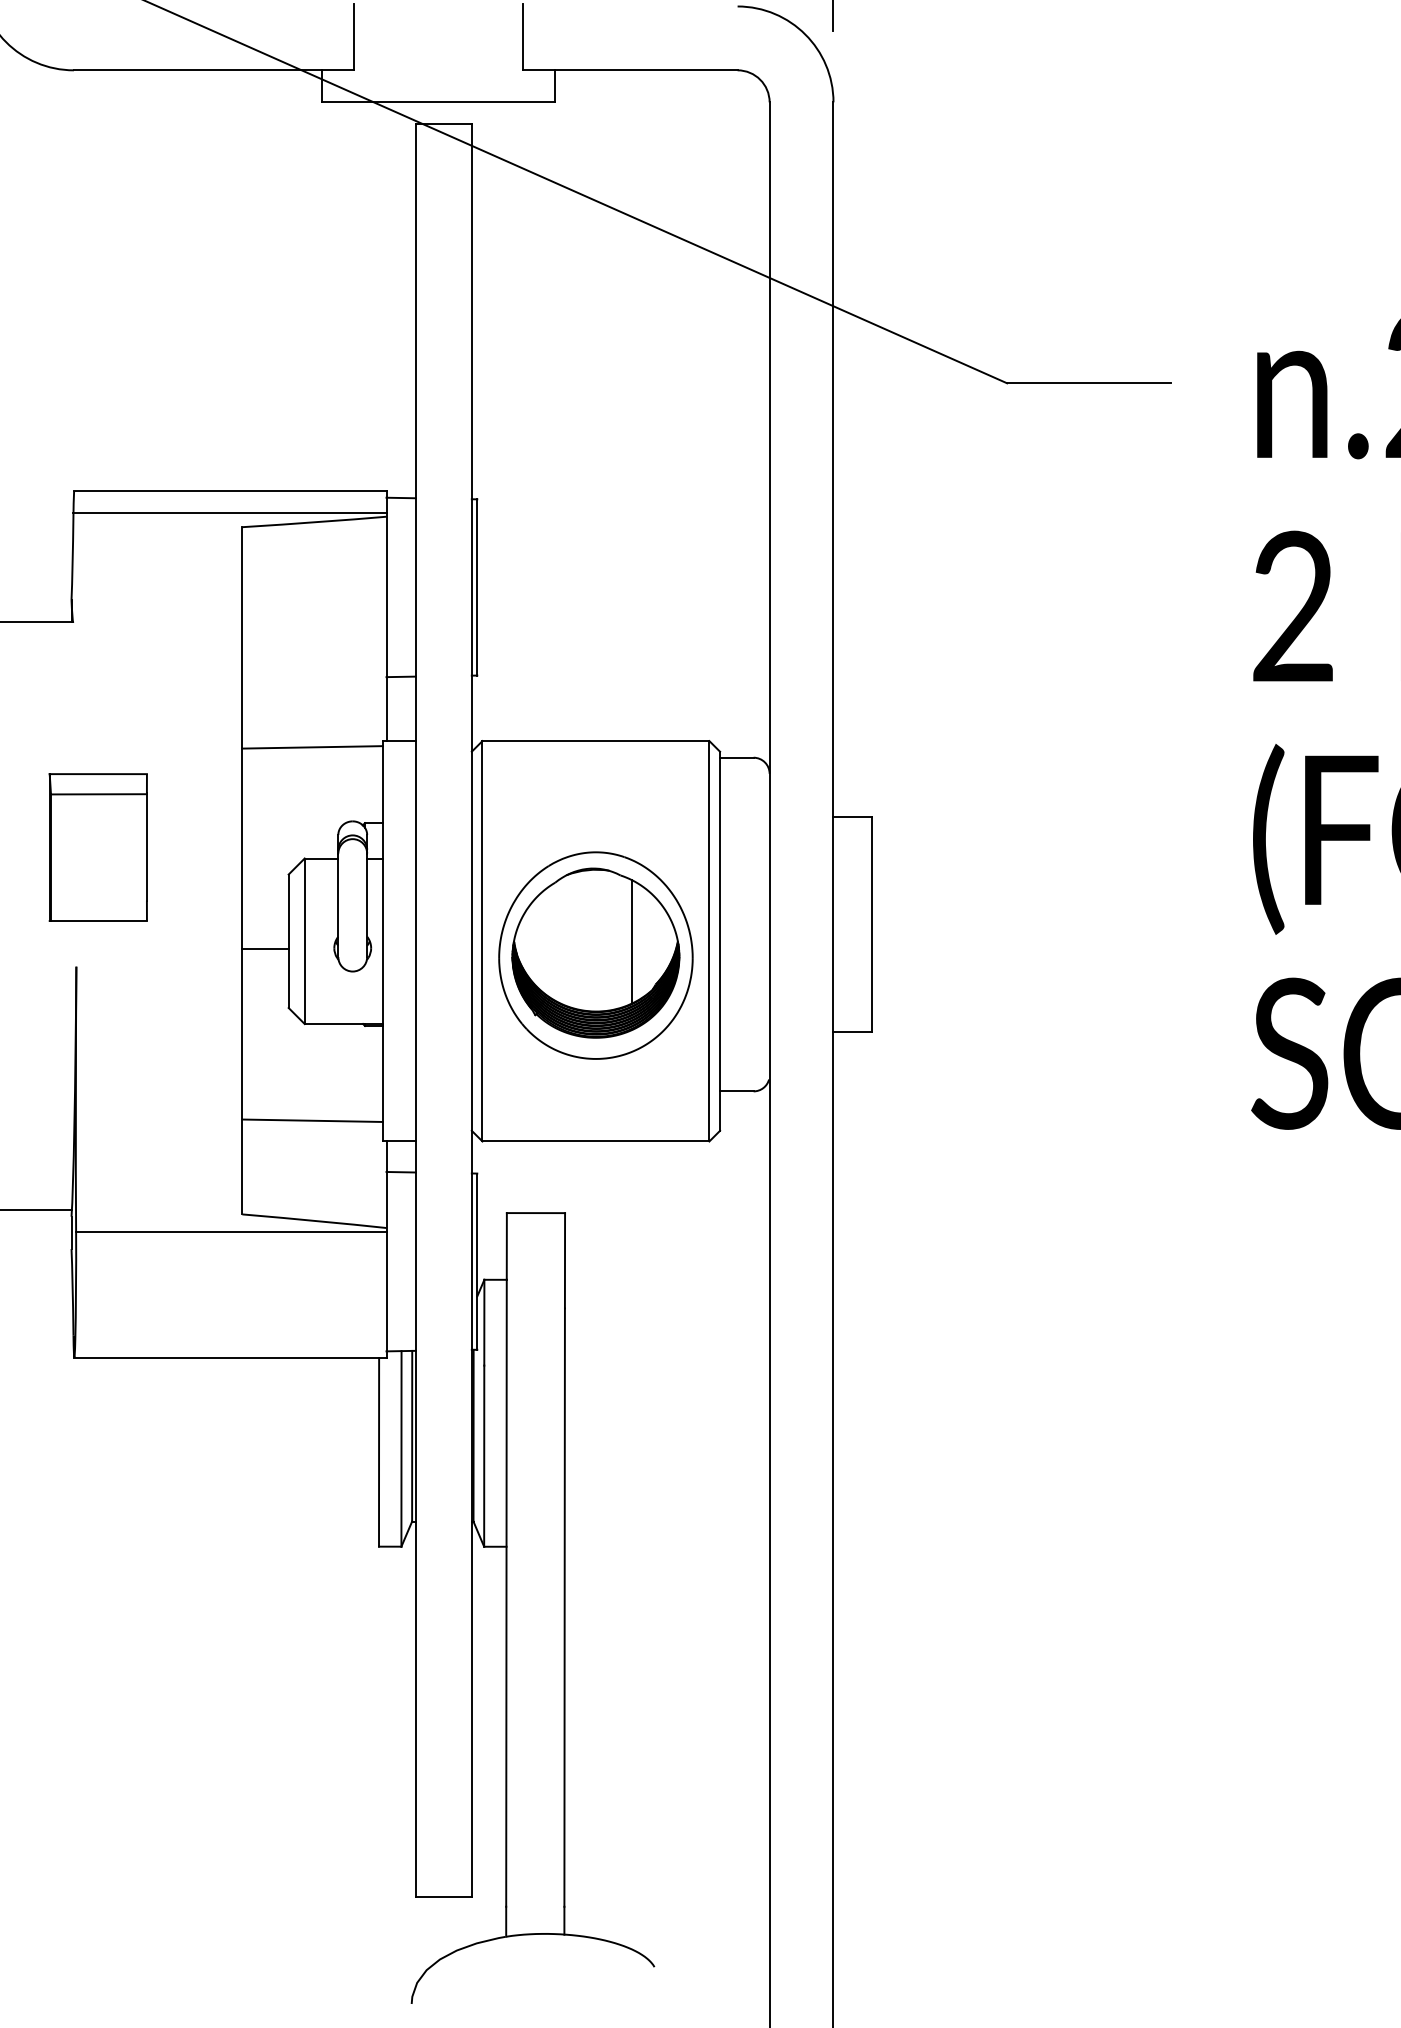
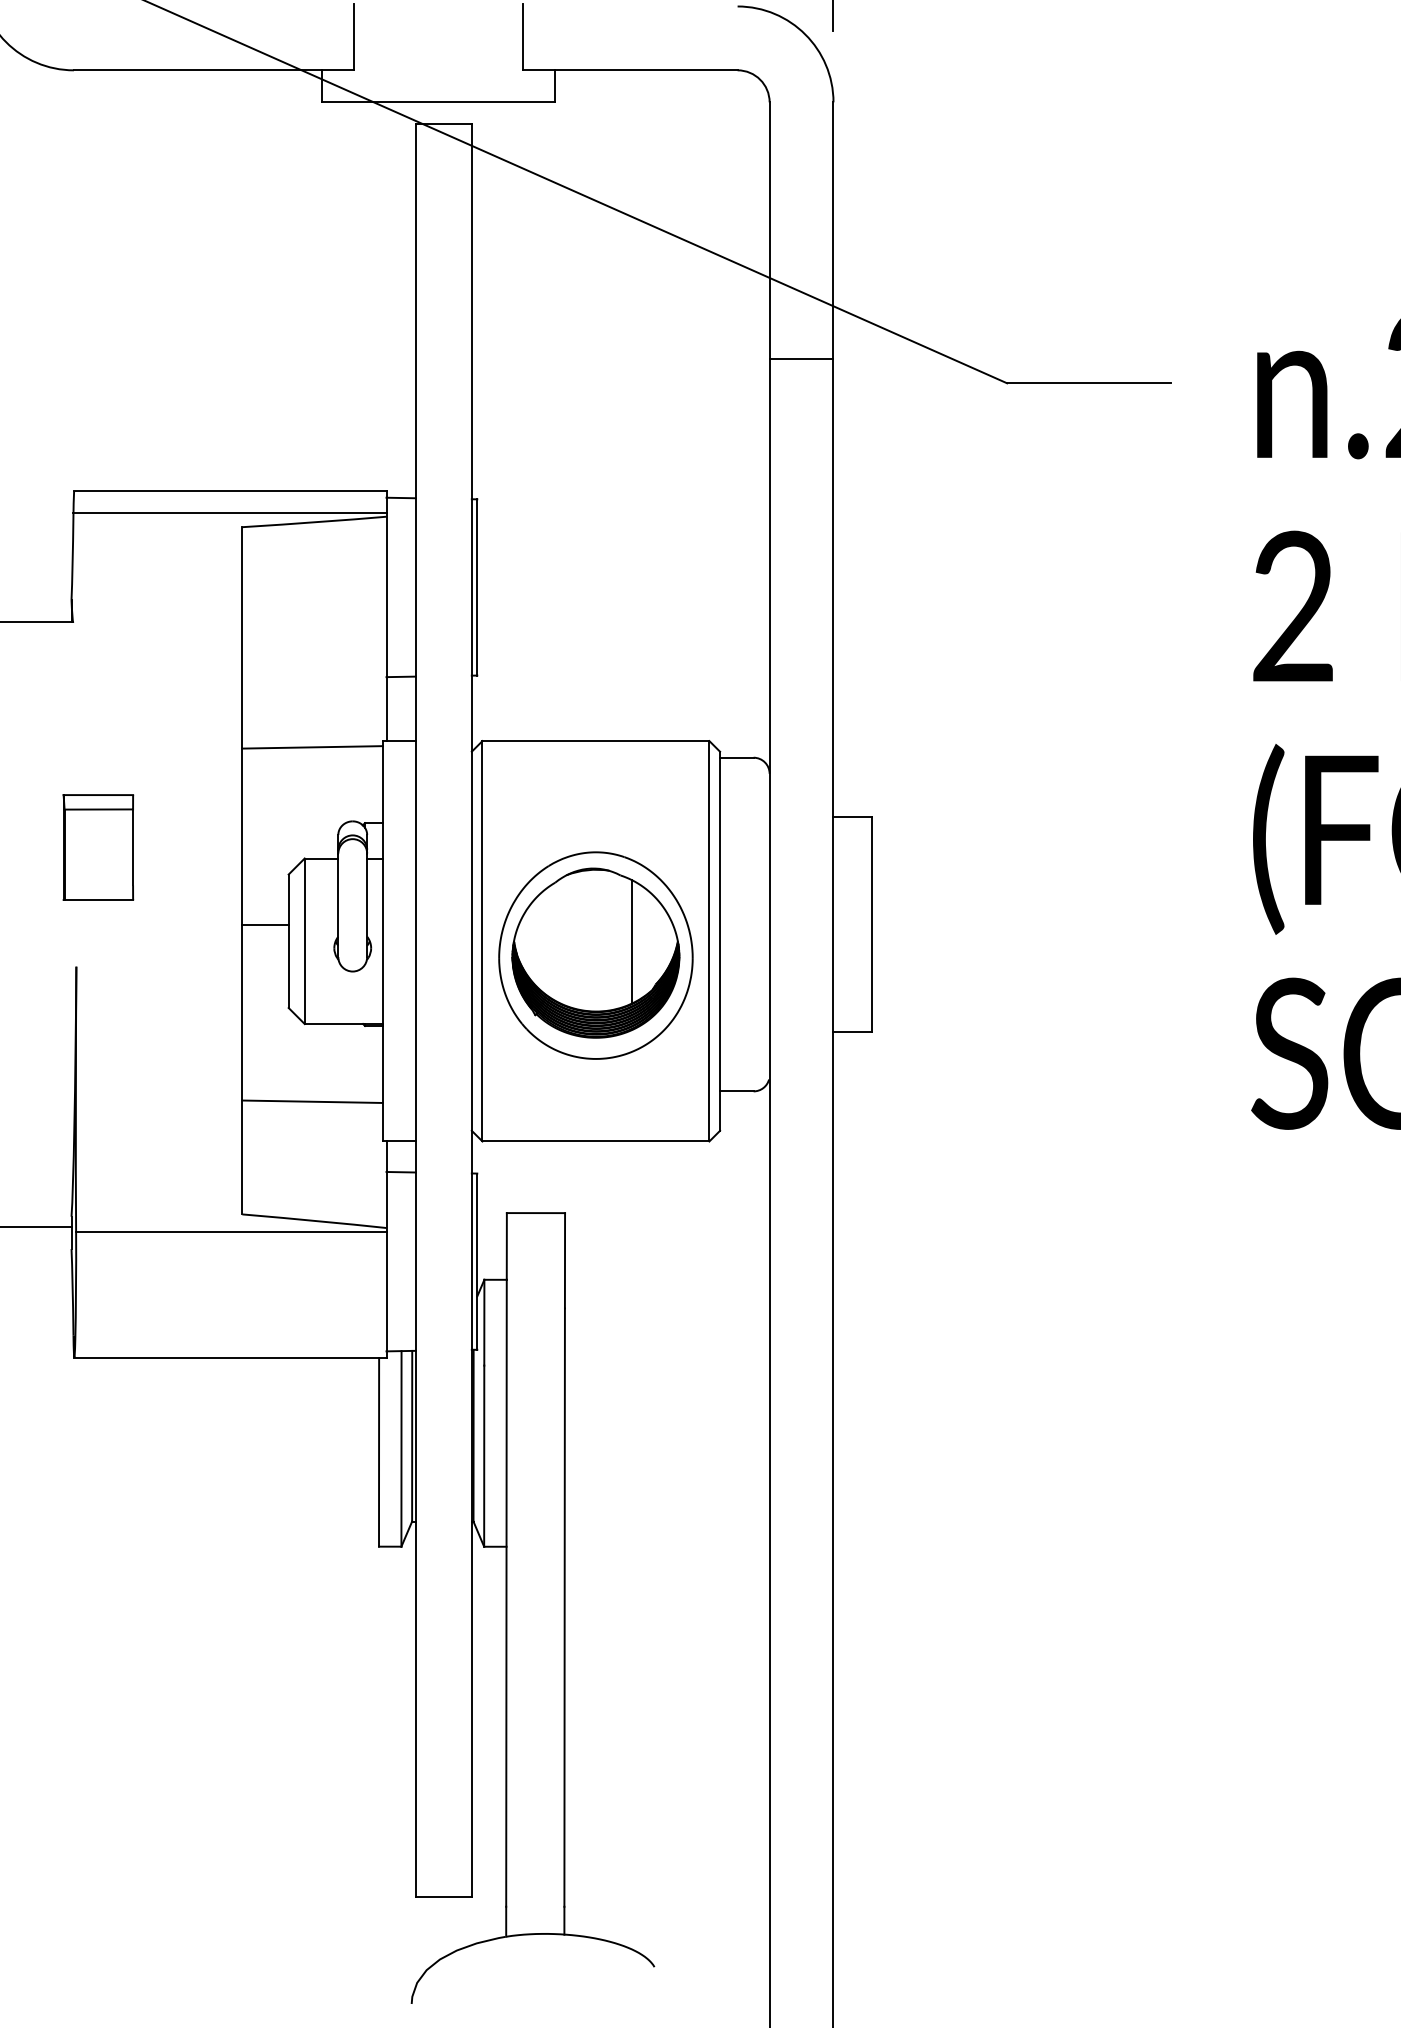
line at (801, 358): none -> present
part at (97, 847) size: 100x149 px -> 73x107 px
line at (265, 948) position: (265, 948) -> (265, 924)
line at (312, 1120) position: (312, 1120) -> (312, 1101)
line at (36, 1210) position: (36, 1210) -> (36, 1227)
